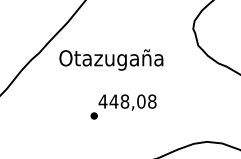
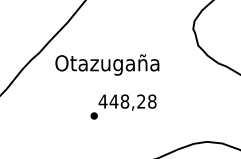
text at (111, 59) position: (111, 59) -> (107, 64)
text at (141, 101): 448,08 -> 448,28
